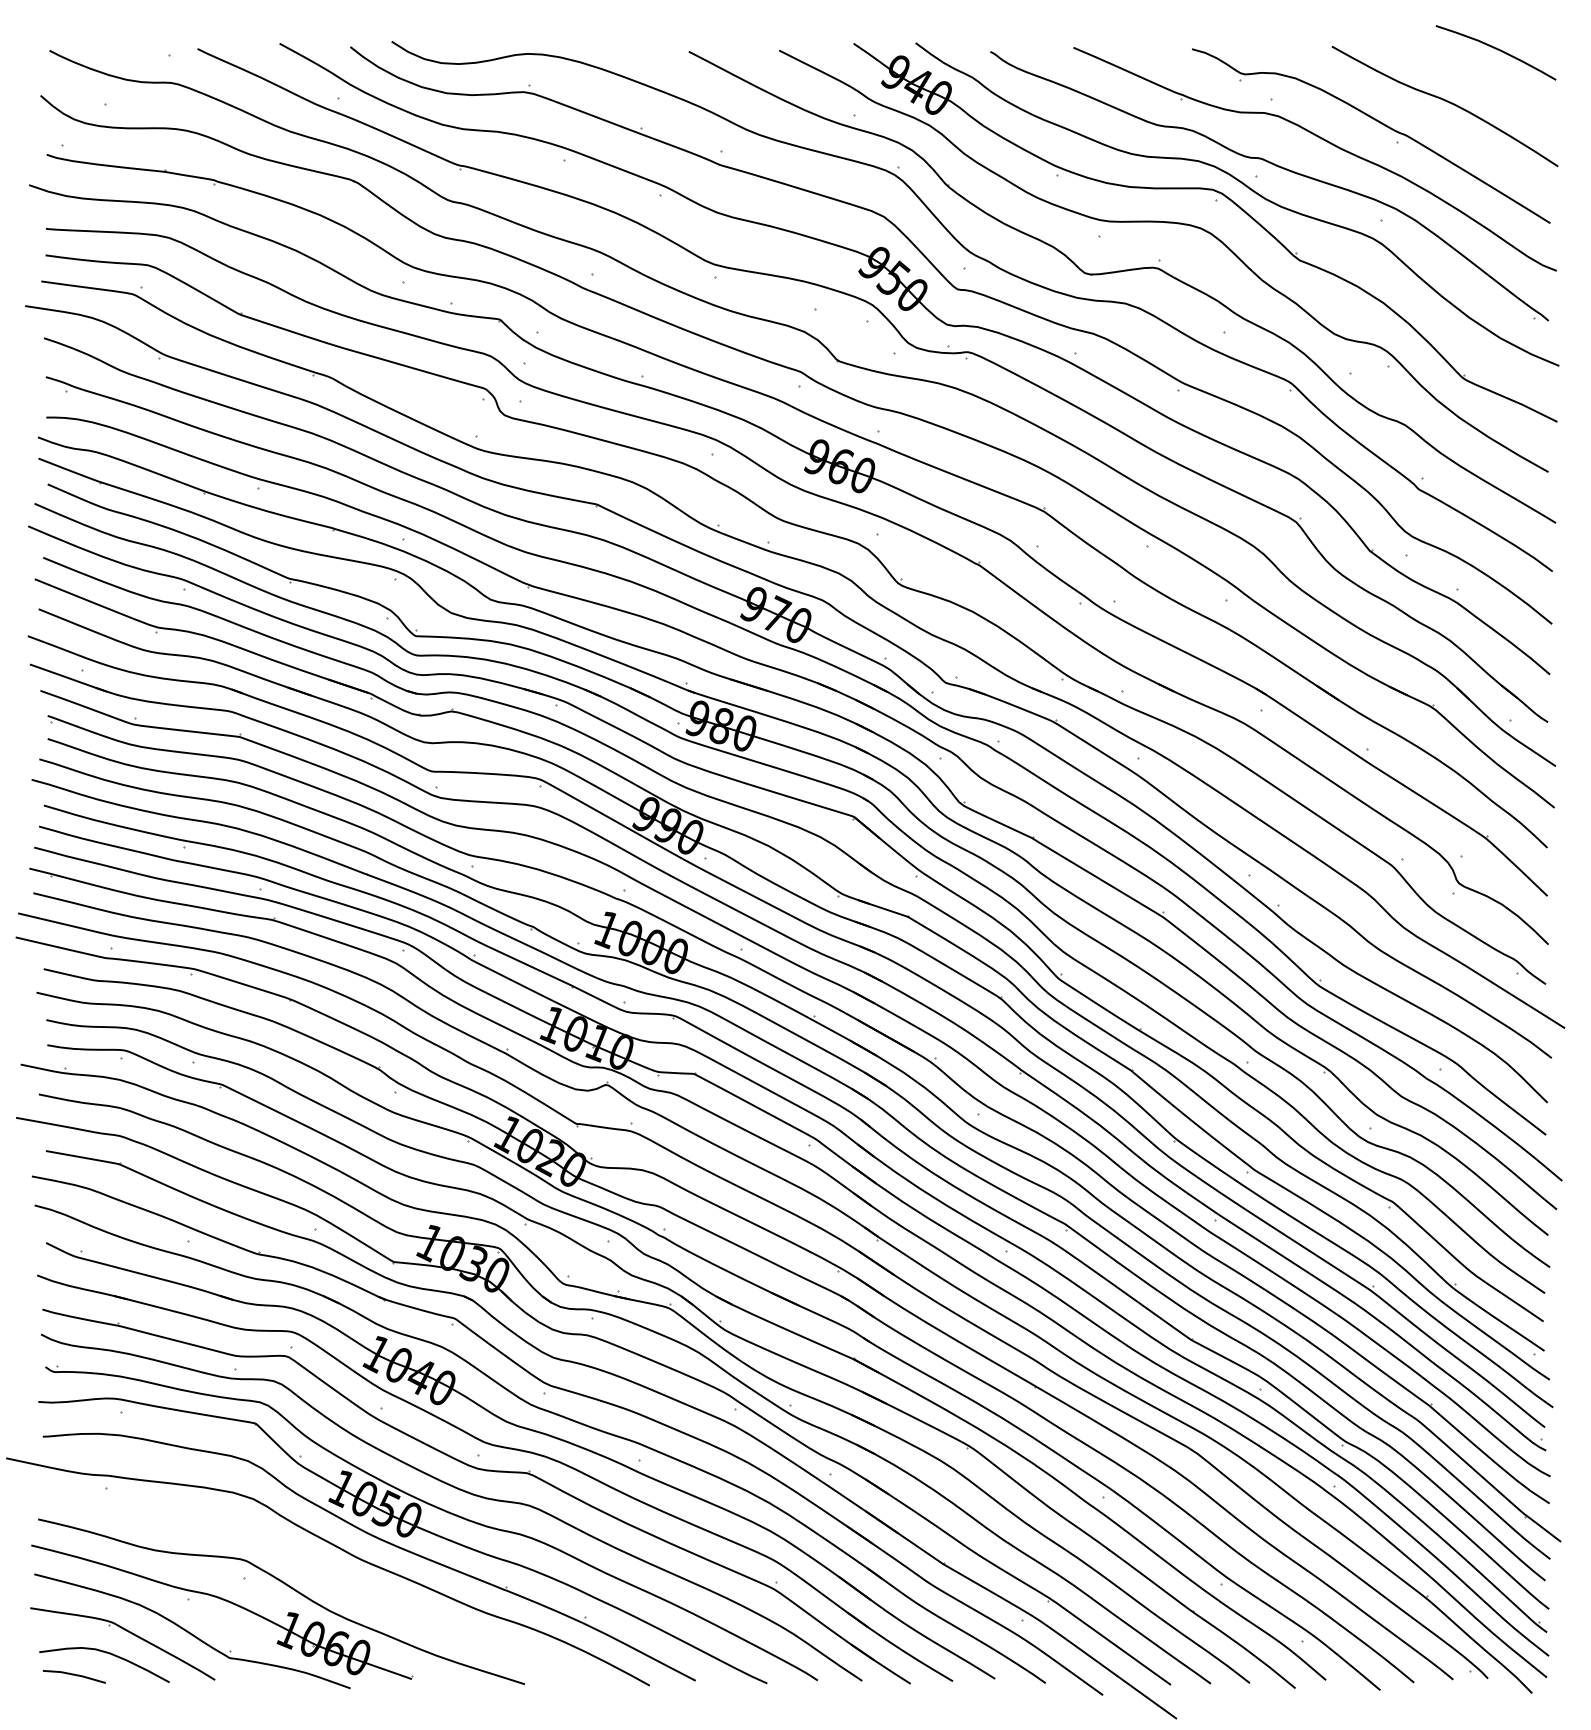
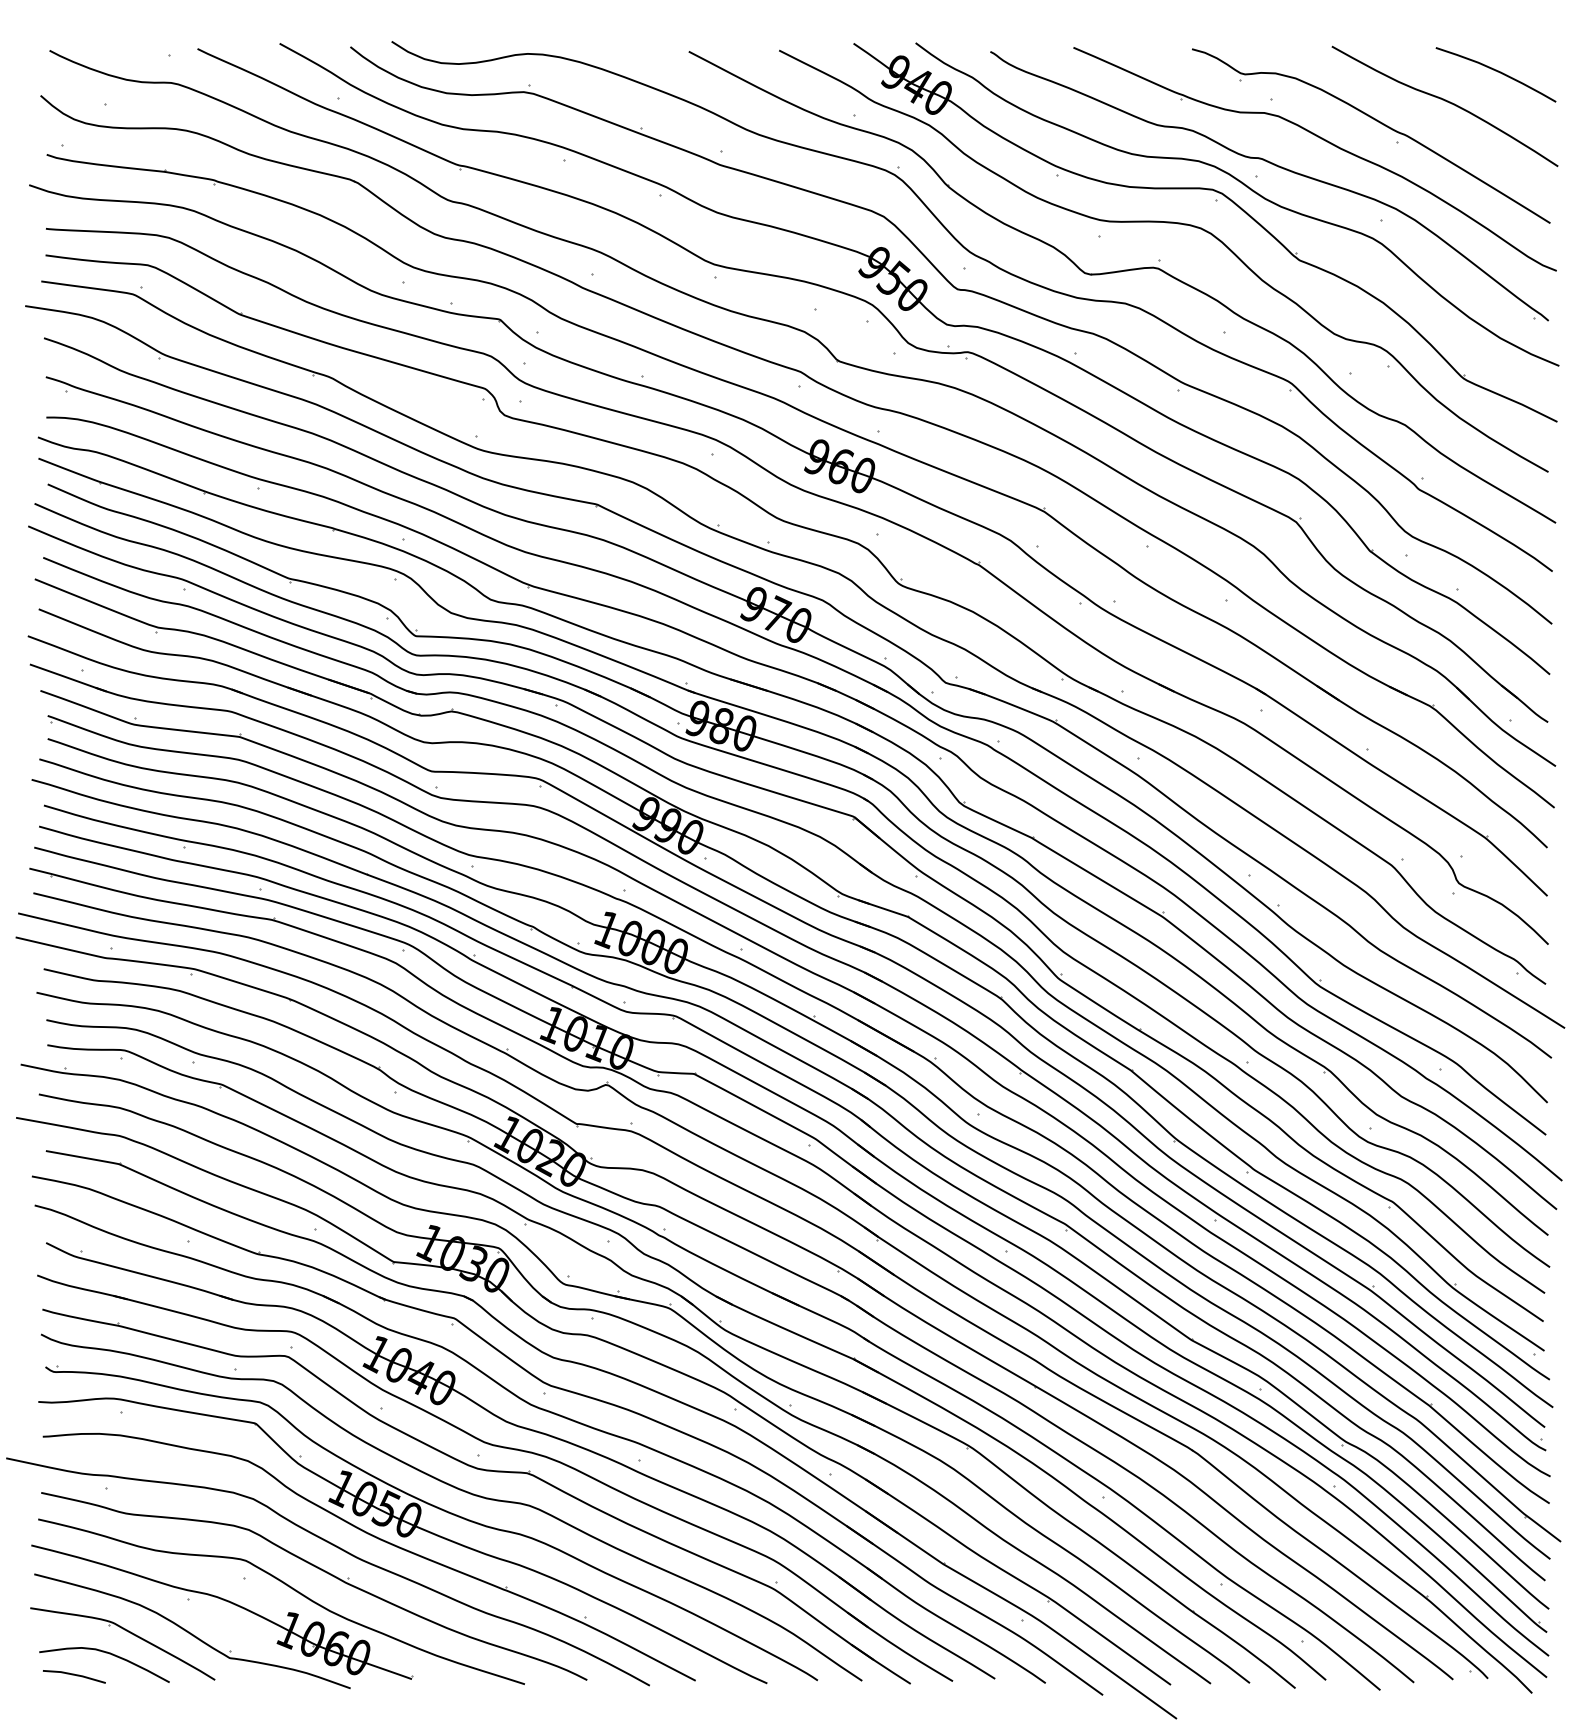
curve at (1497, 50) position: (1497, 50) -> (1497, 72)
part at (322, 1571): none -> present
